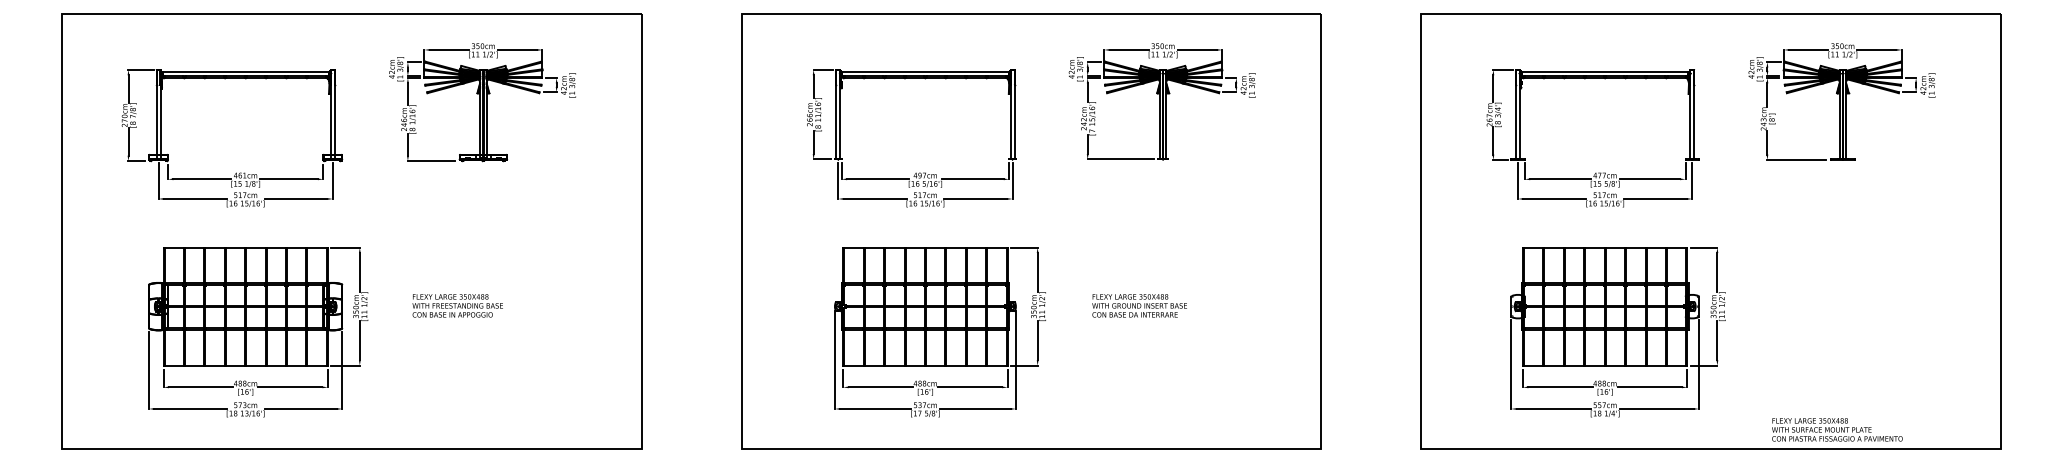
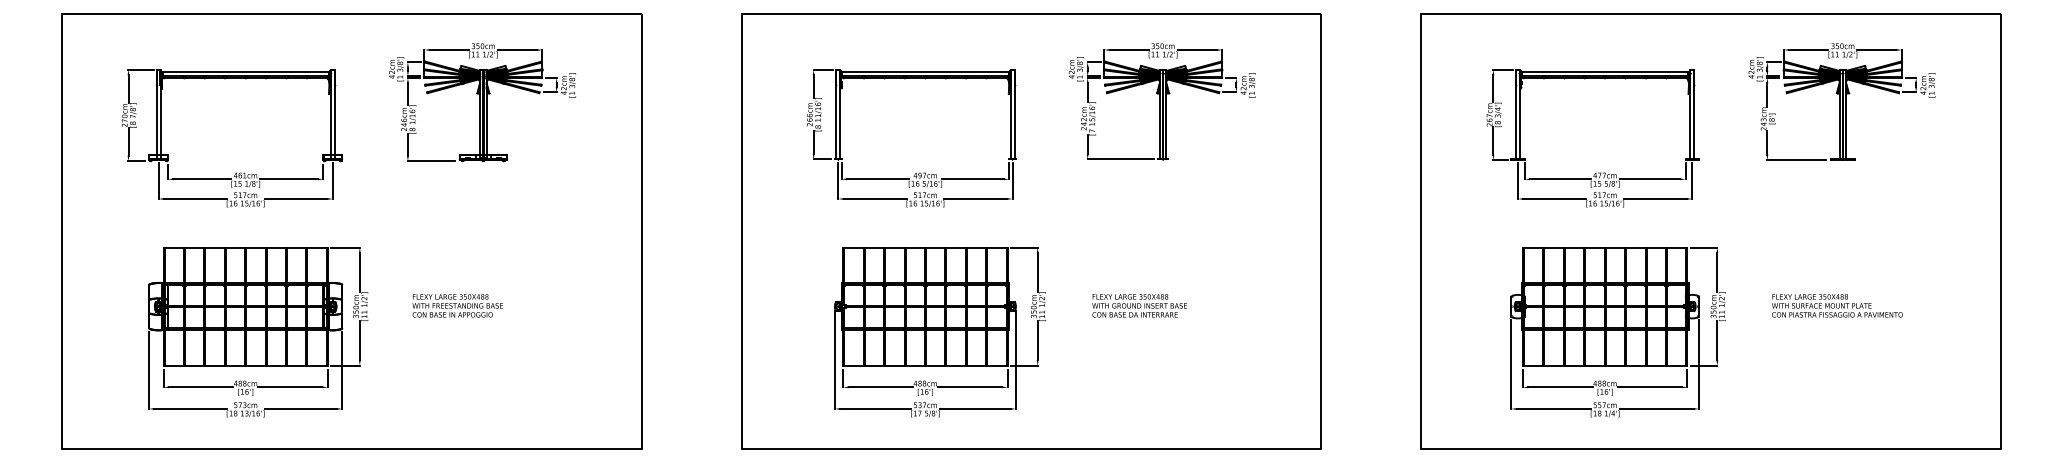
text at (1837, 429) position: (1837, 429) -> (1837, 305)
